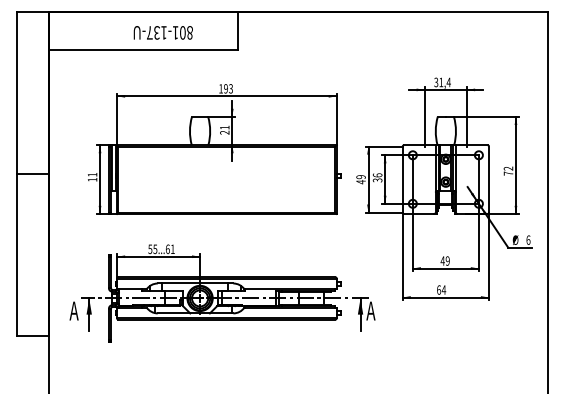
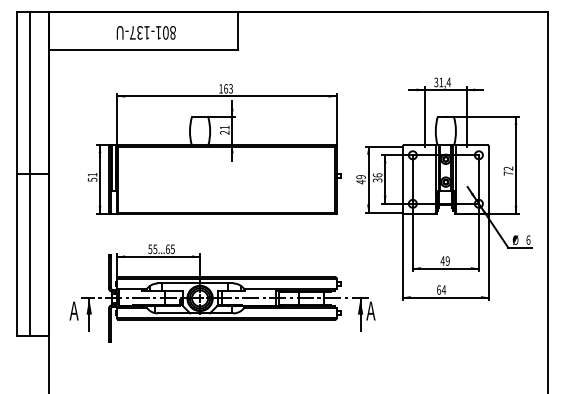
text at (162, 32) position: (162, 32) -> (145, 32)
text at (226, 88): 193 -> 163
line at (30, 173): none -> present
text at (92, 179): 11 -> 51
text at (172, 249): 55...61 -> 55...65
